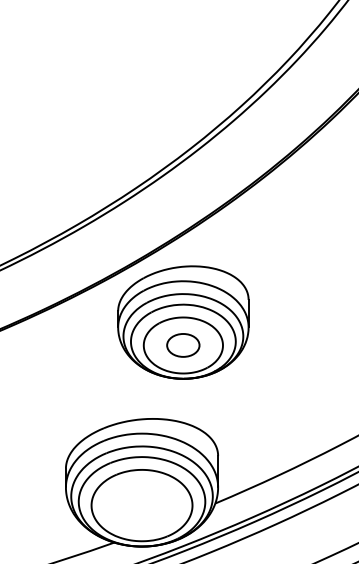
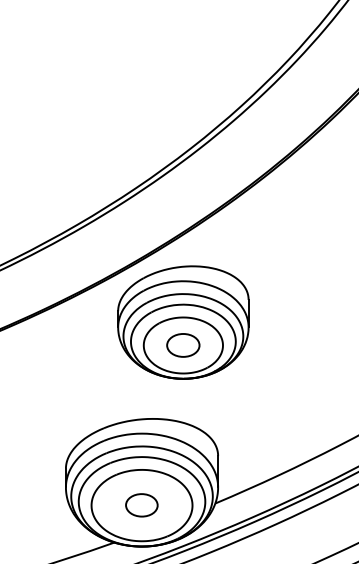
part at (141, 505): none -> present
